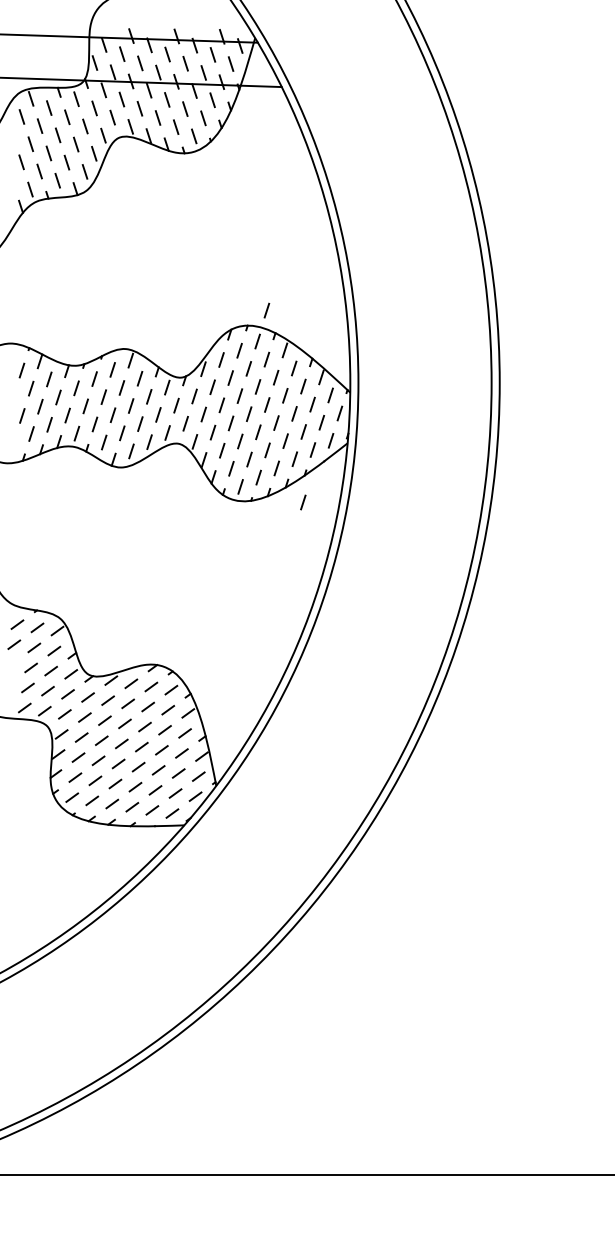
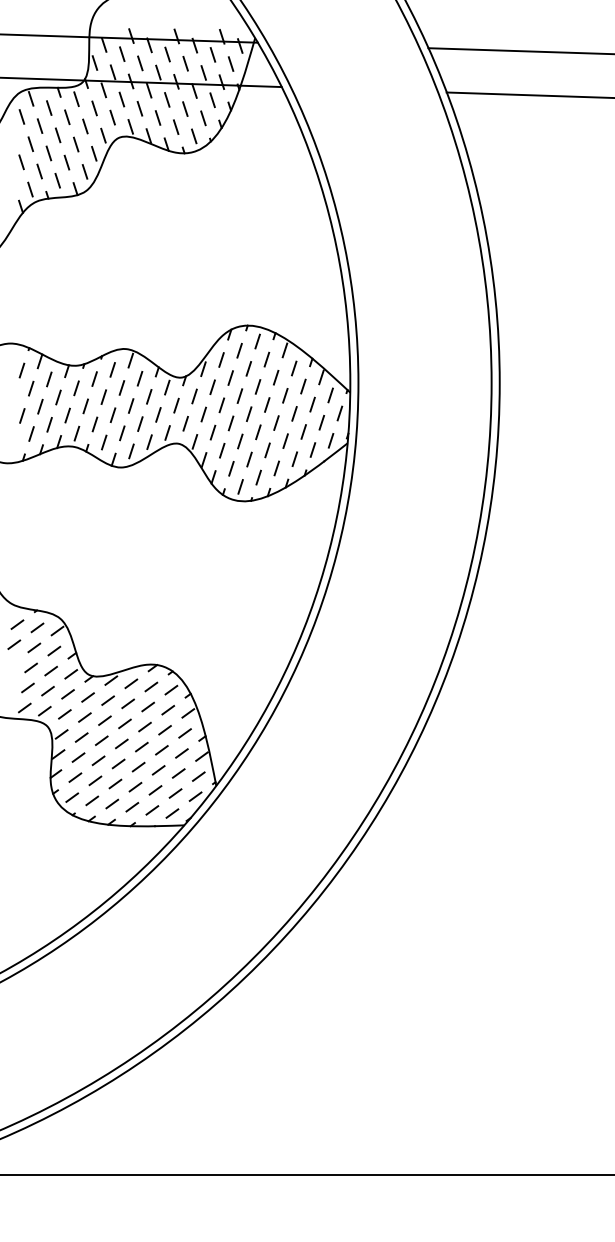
line at (519, 51): none -> present
line at (528, 94): none -> present
line at (266, 310): present -> none
line at (303, 502): present -> none
